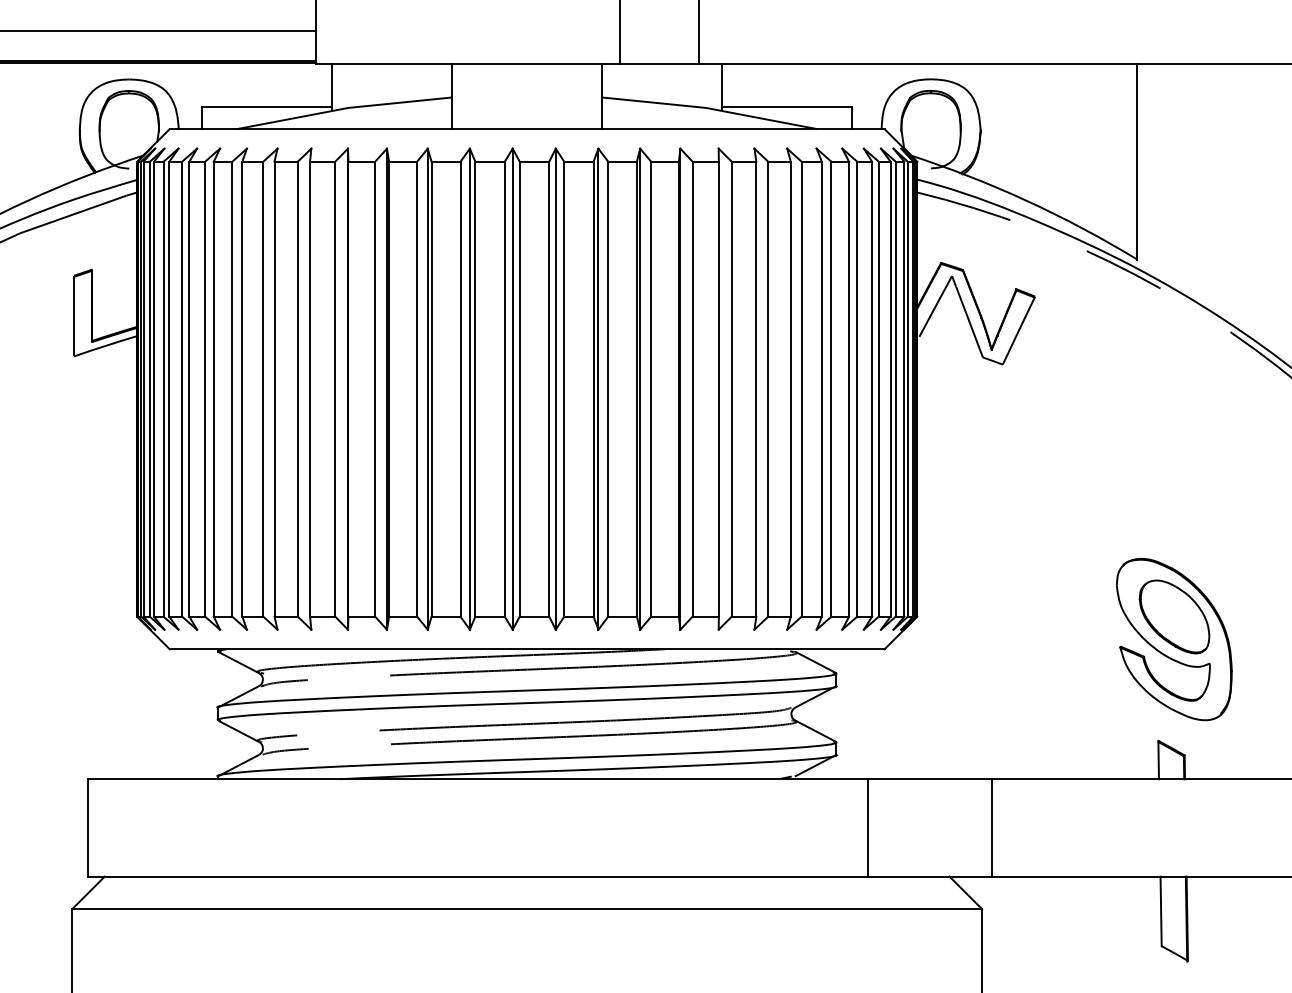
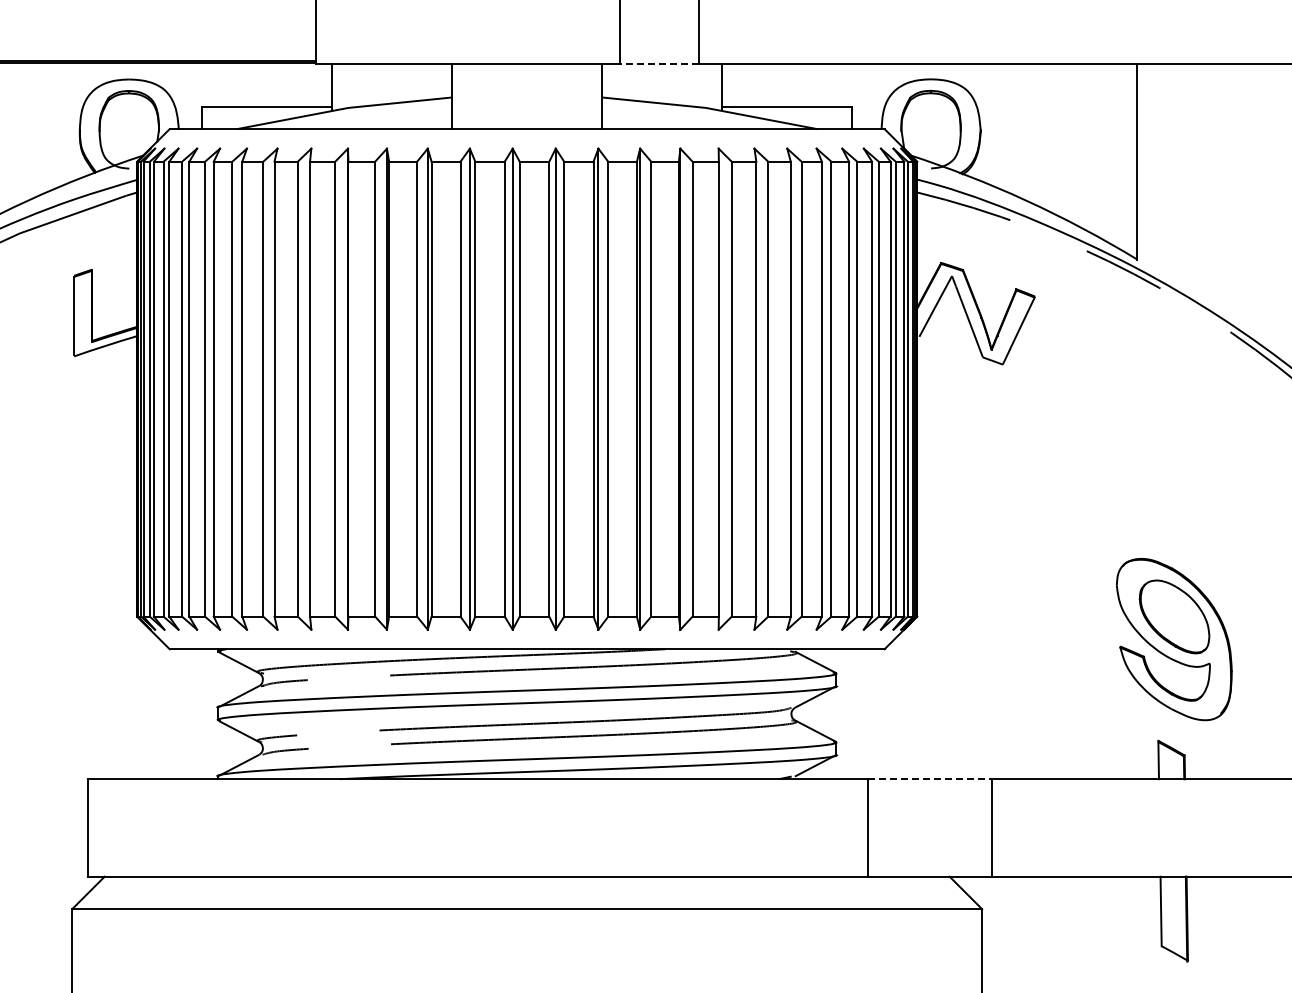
line at (158, 31): present -> none
line at (659, 64): solid -> dashed
line at (930, 779): solid -> dashed
